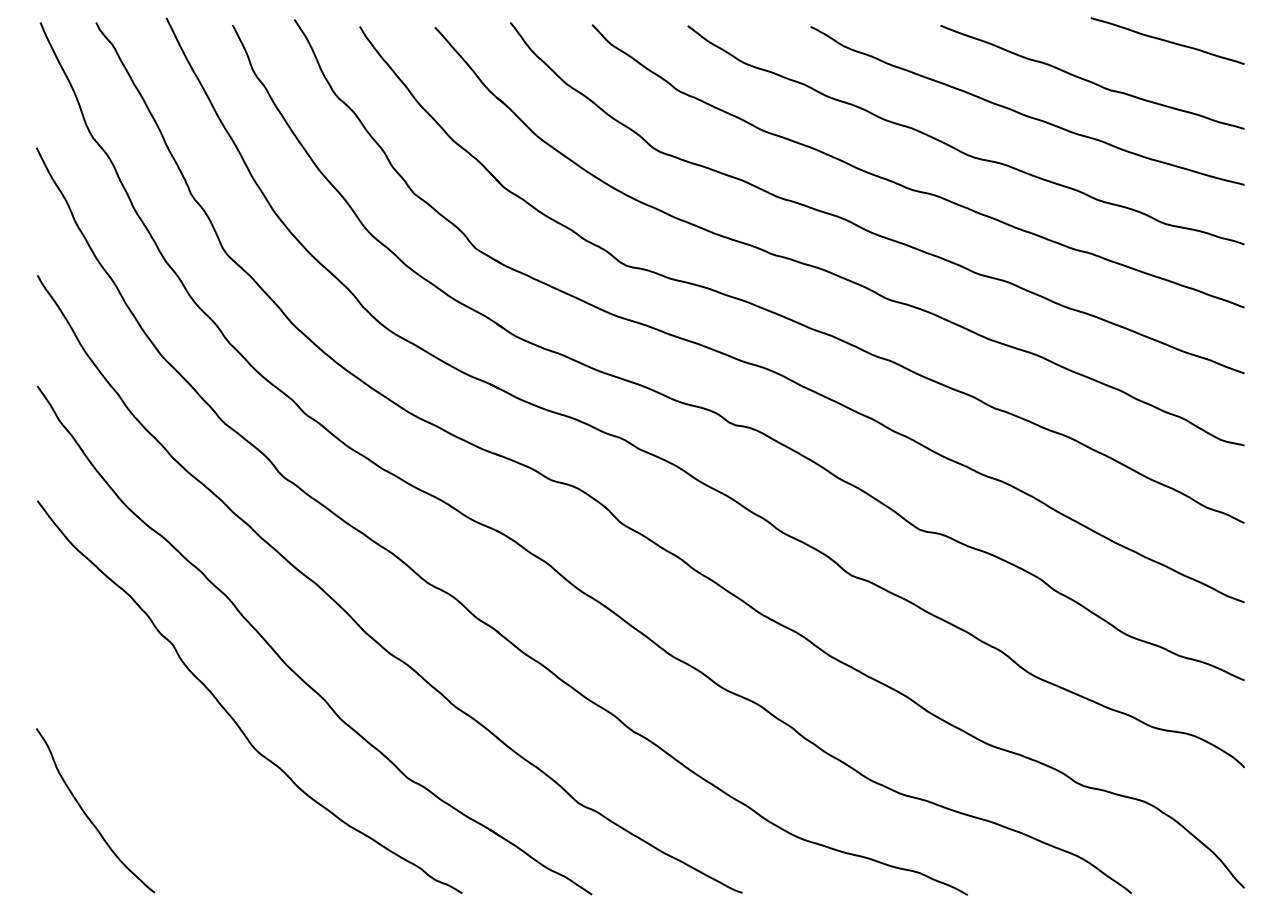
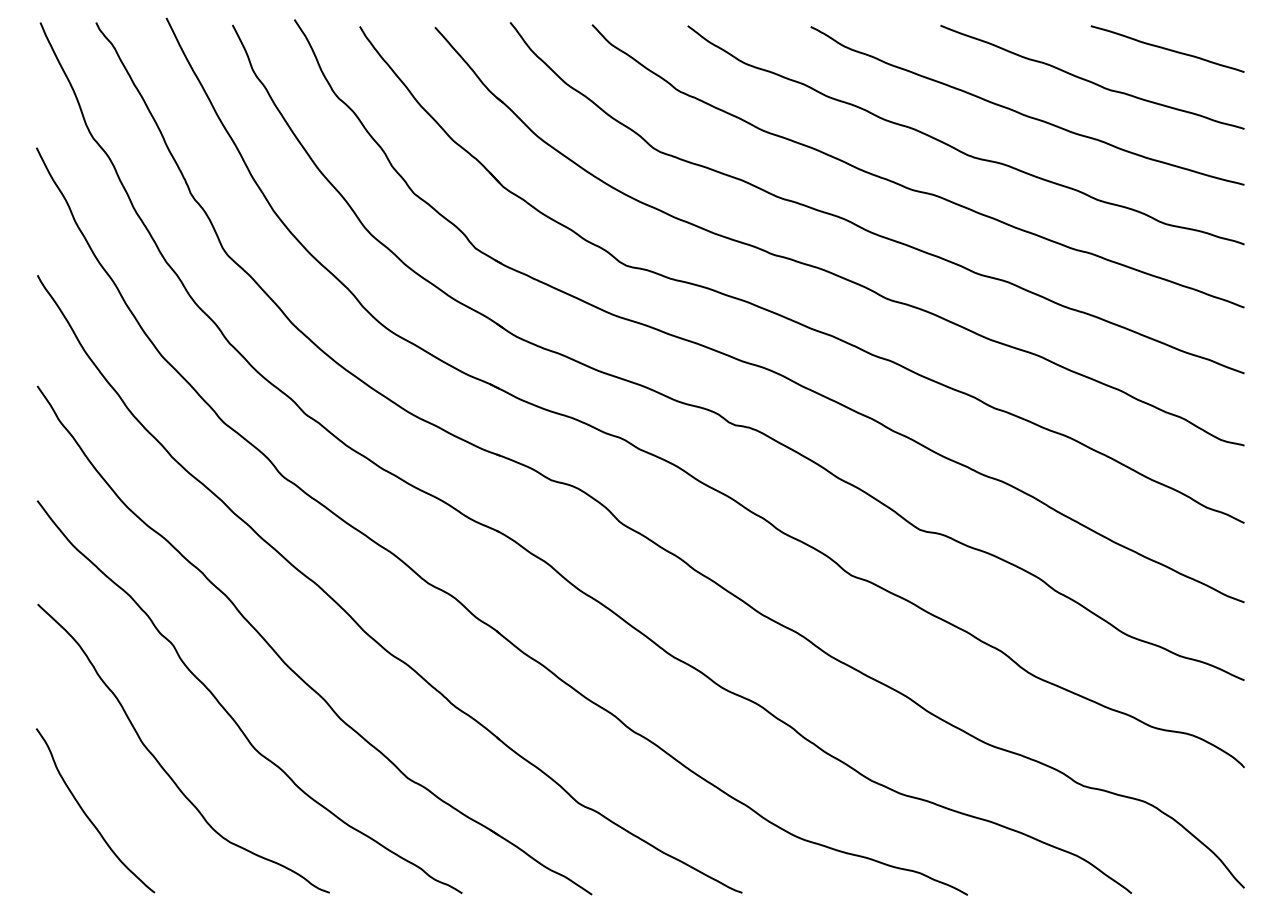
curve at (1167, 40) position: (1167, 40) -> (1167, 48)
curve at (161, 764): none -> present
